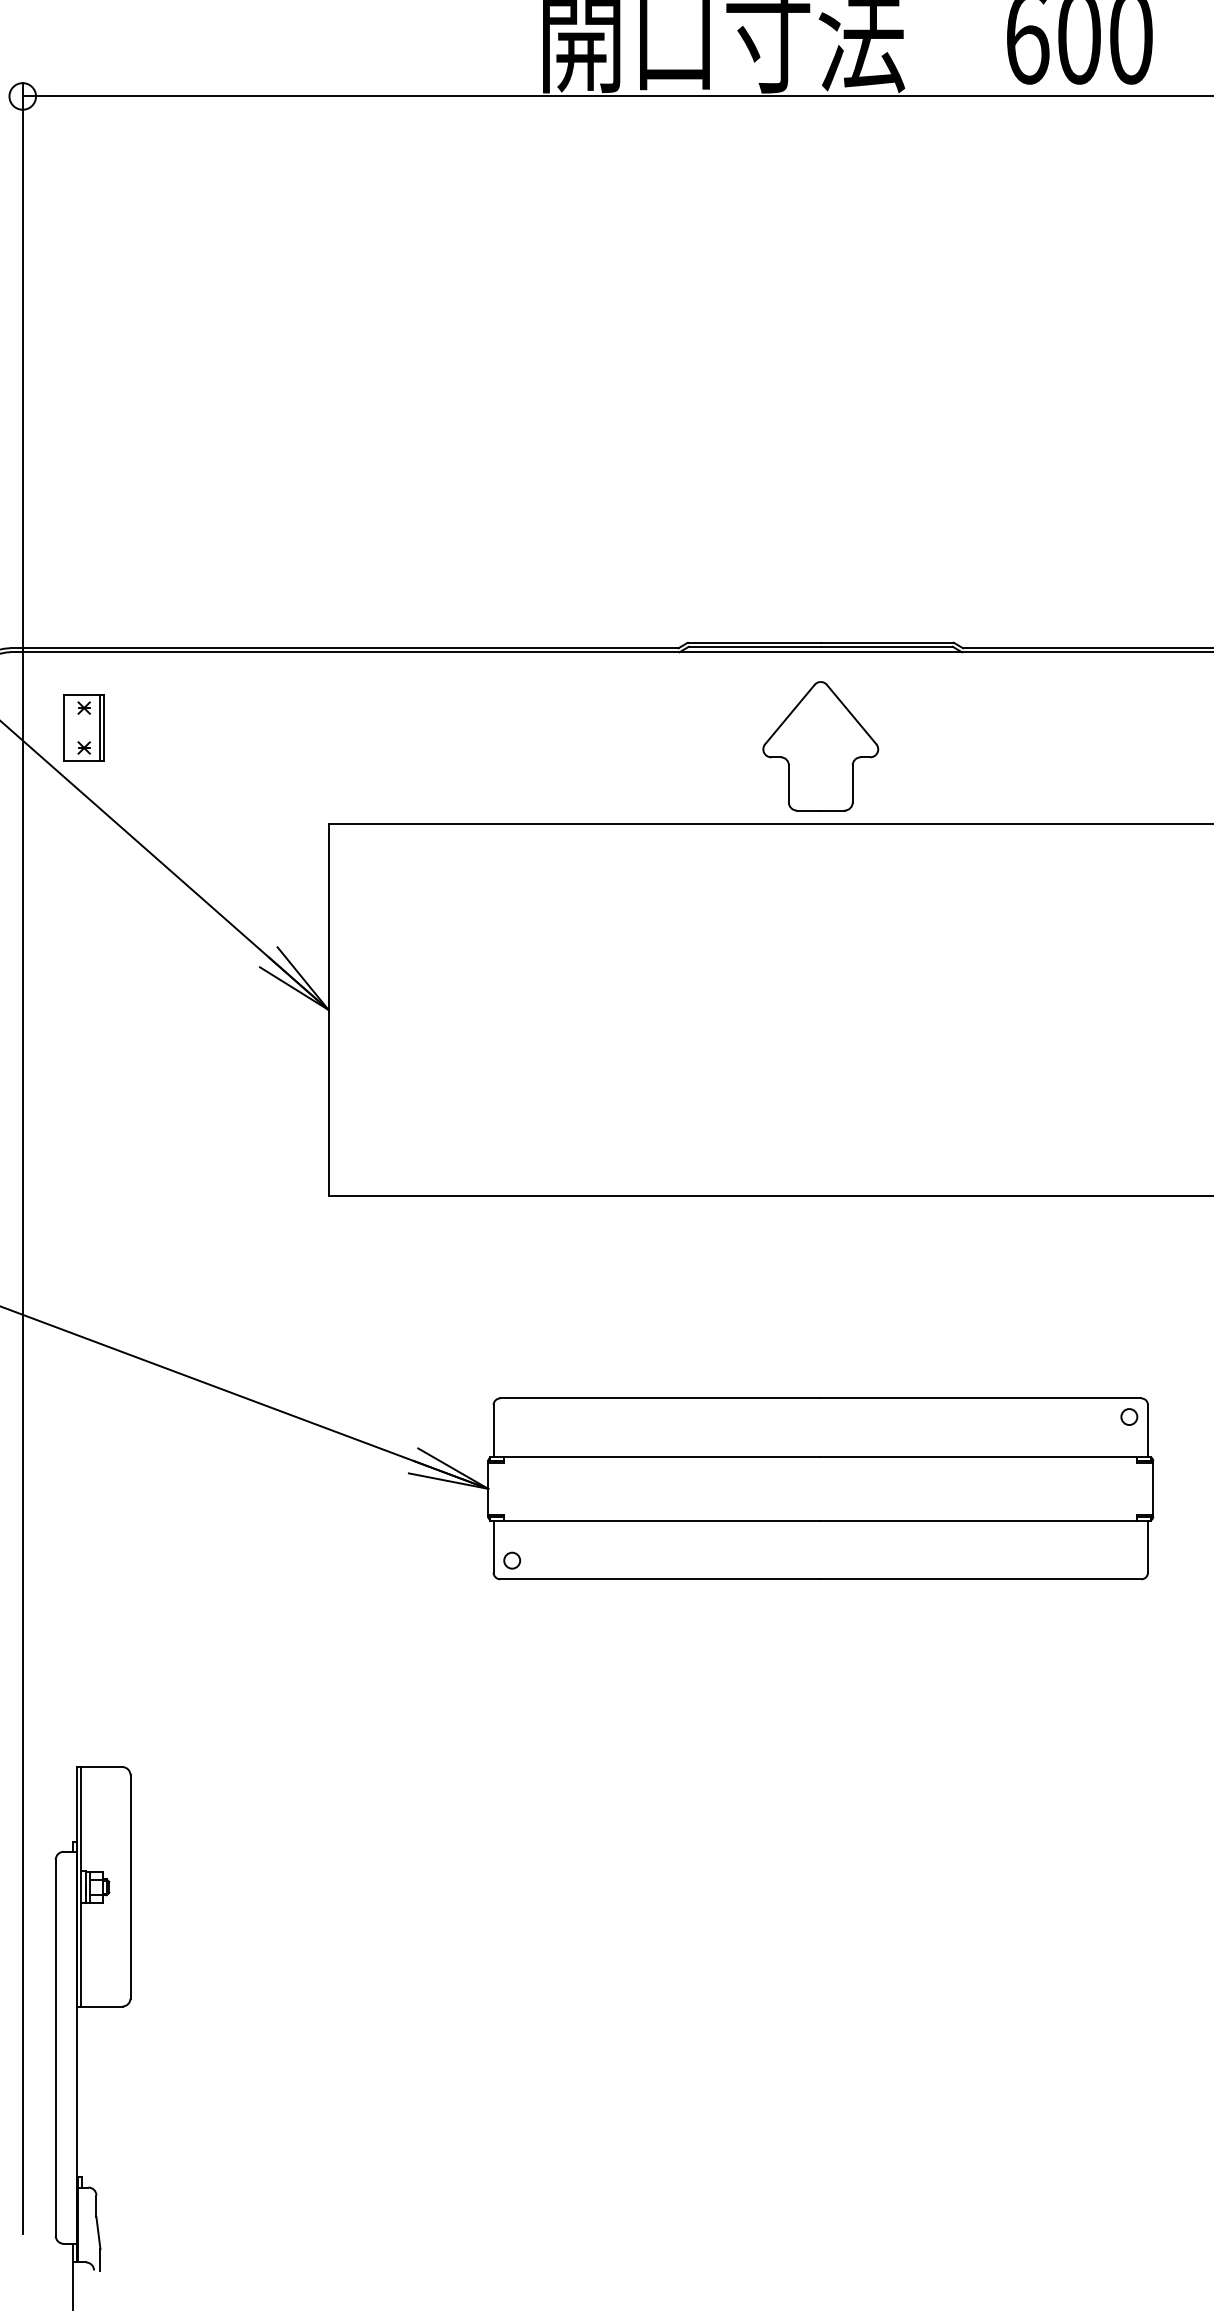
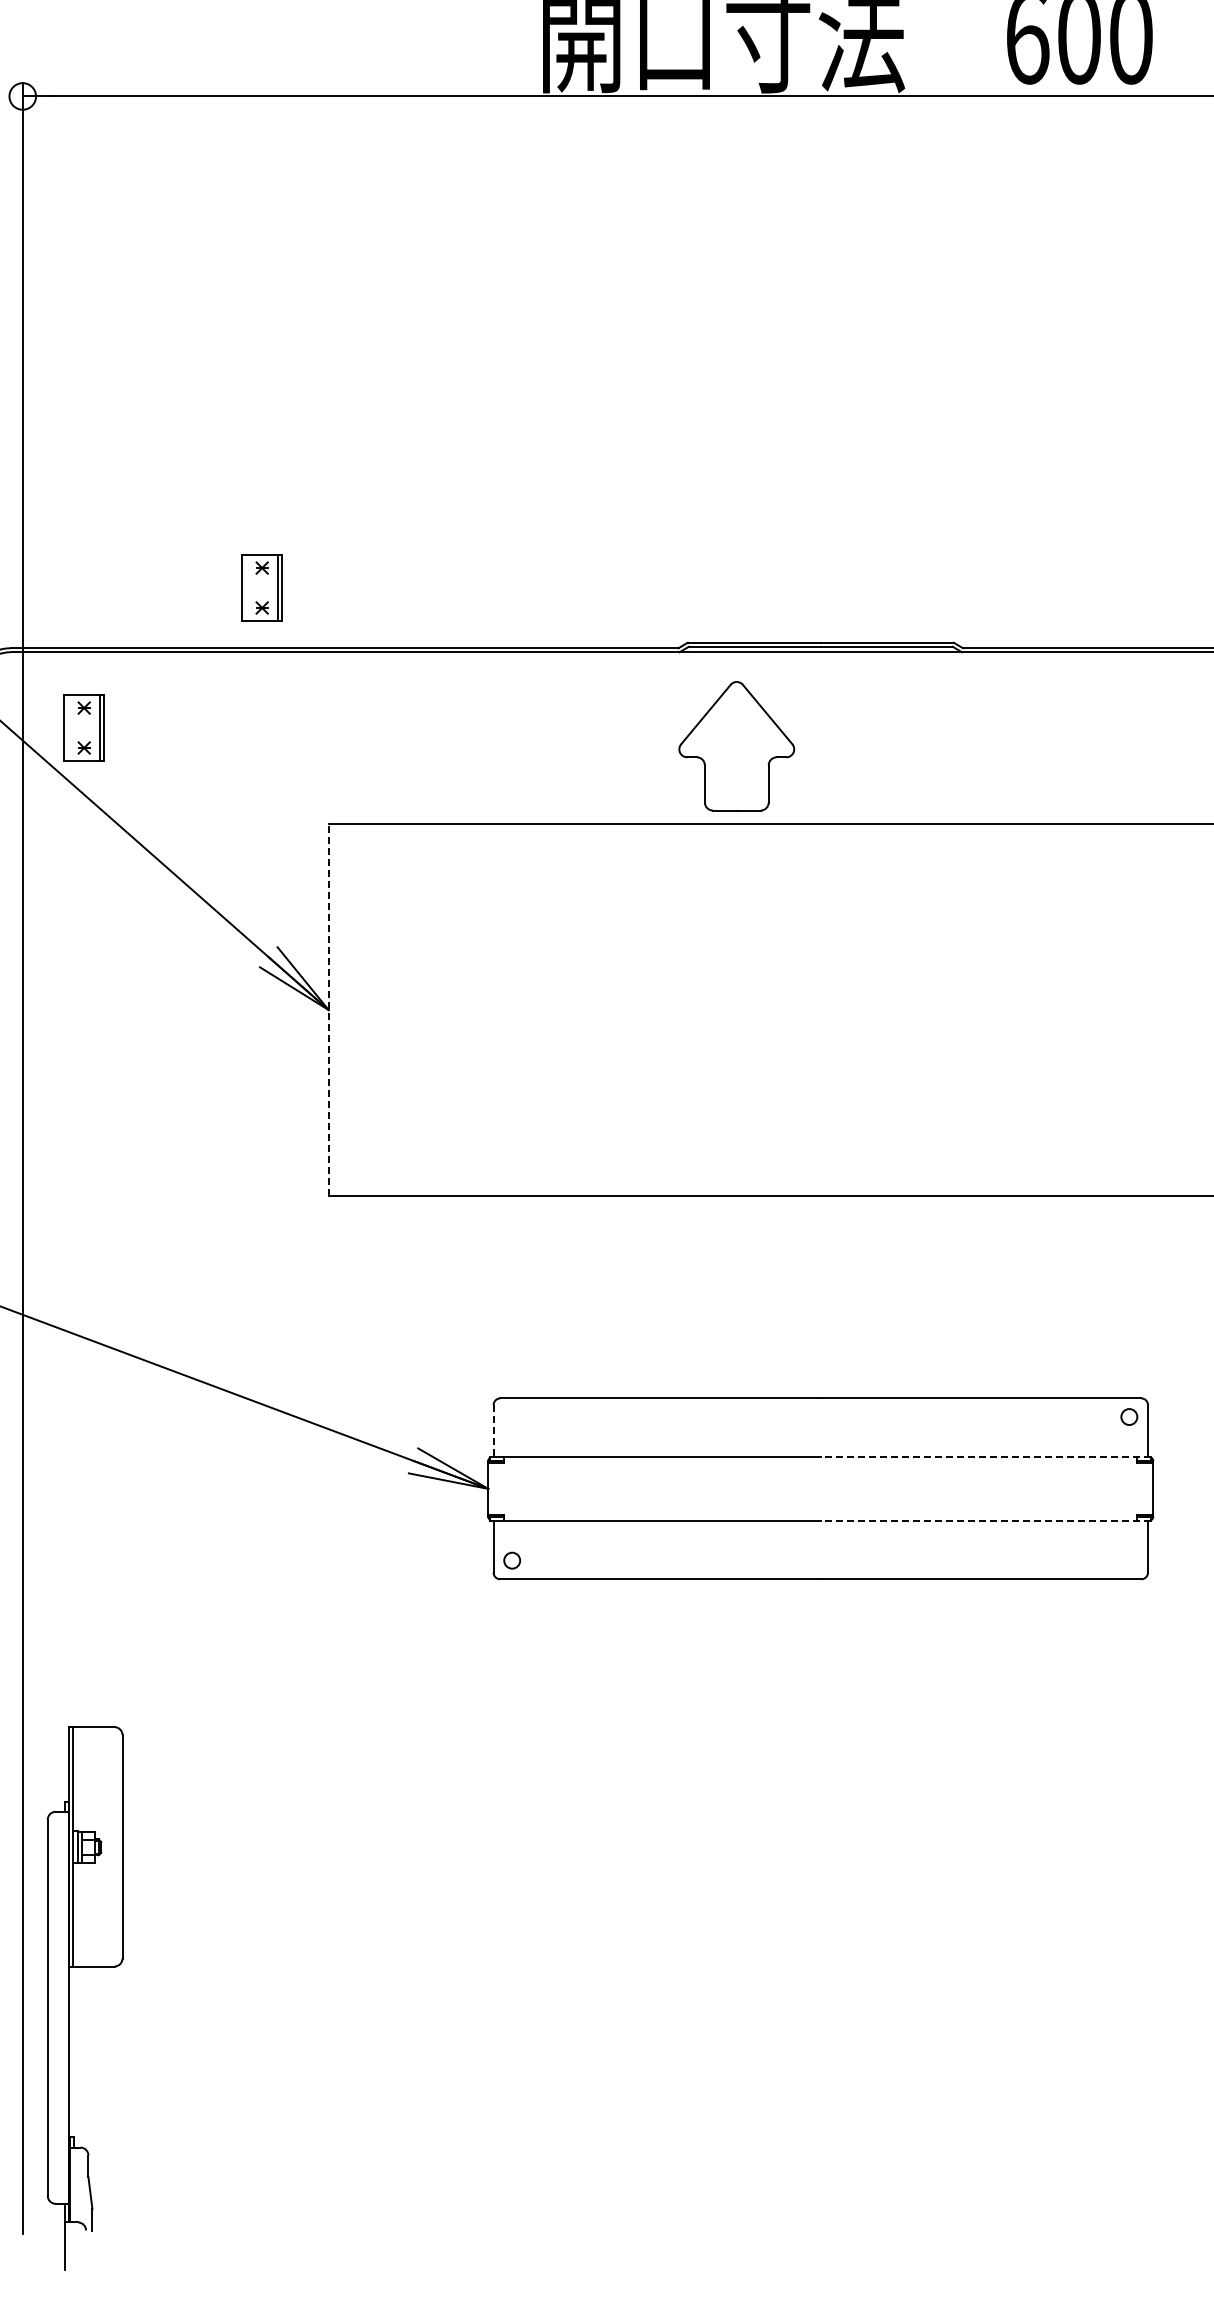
part at (261, 587): none -> present
part at (820, 746) position: (820, 746) -> (736, 746)
line at (328, 1009): solid -> dashed
line at (493, 1431): solid -> dashed
line at (985, 1456): solid -> dashed
line at (985, 1520): solid -> dashed
part at (77, 2038) position: (77, 2038) -> (69, 1998)
